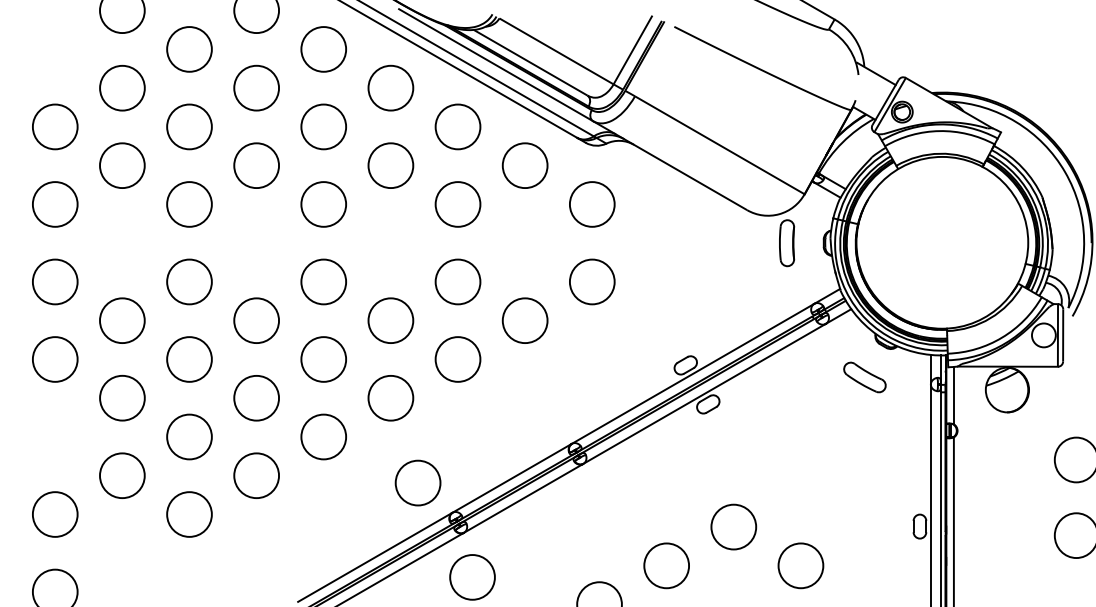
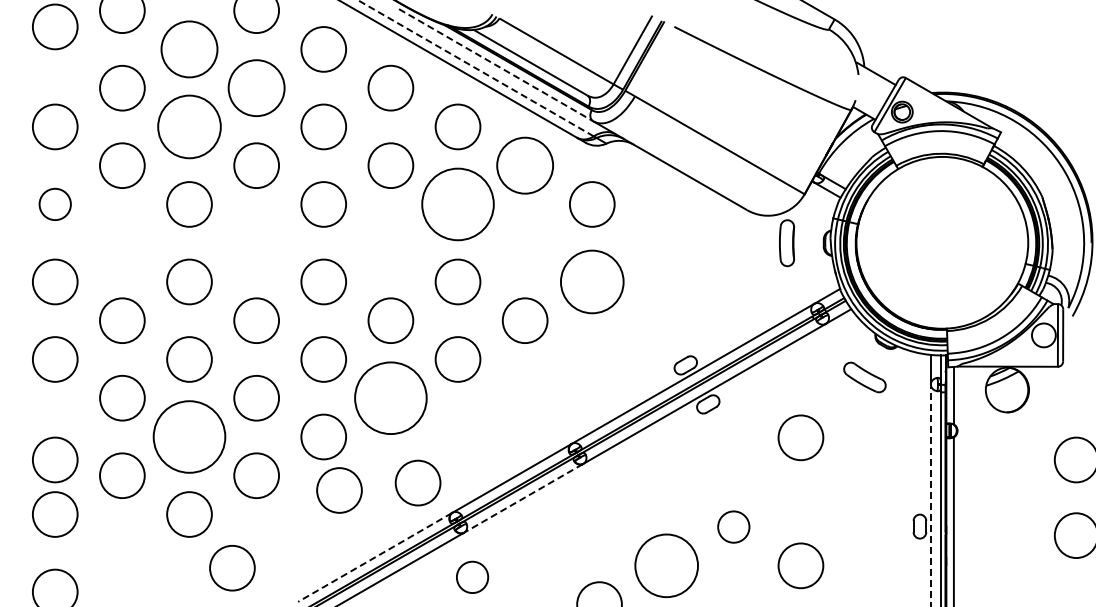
circle at (55, 26): none -> present
circle at (189, 49) diameter: 45 px -> 56 px
line at (496, 65): solid -> dashed
line at (475, 67): solid -> dashed
circle at (256, 87) diameter: 45 px -> 56 px
circle at (189, 126) diameter: 45 px -> 63 px
circle at (524, 165) diameter: 45 px -> 56 px
circle at (54, 204) diameter: 45 px -> 31 px
circle at (457, 204) diameter: 45 px -> 72 px
circle at (591, 281) diameter: 45 px -> 63 px
circle at (390, 397) diameter: 45 px -> 72 px
circle at (189, 436) diameter: 45 px -> 72 px
circle at (800, 437): none -> present
circle at (55, 459): none -> present
circle at (339, 490): none -> present
line at (930, 496): solid -> dashed
line at (523, 498): solid -> dashed
circle at (733, 526) diameter: 45 px -> 31 px
line at (375, 557): solid -> dashed
circle at (666, 565) diameter: 45 px -> 63 px
circle at (232, 568): none -> present
circle at (472, 577) diameter: 45 px -> 31 px
